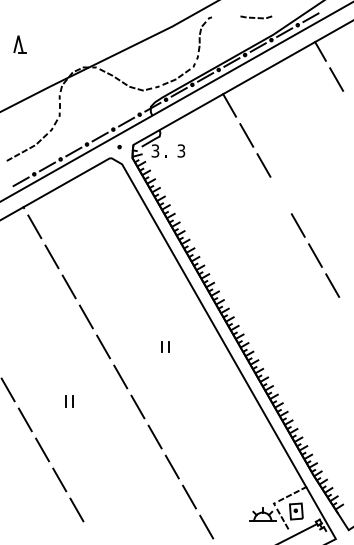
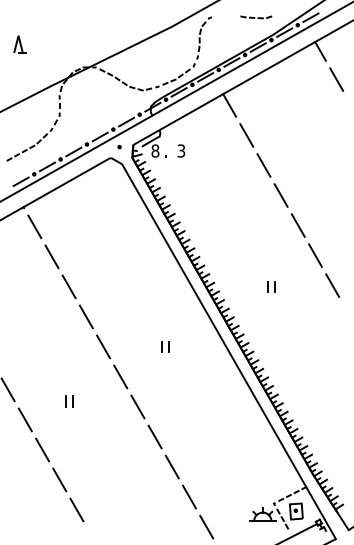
text at (155, 150): 3 -> 8
line at (280, 195): none -> present
part at (271, 286): none -> present
